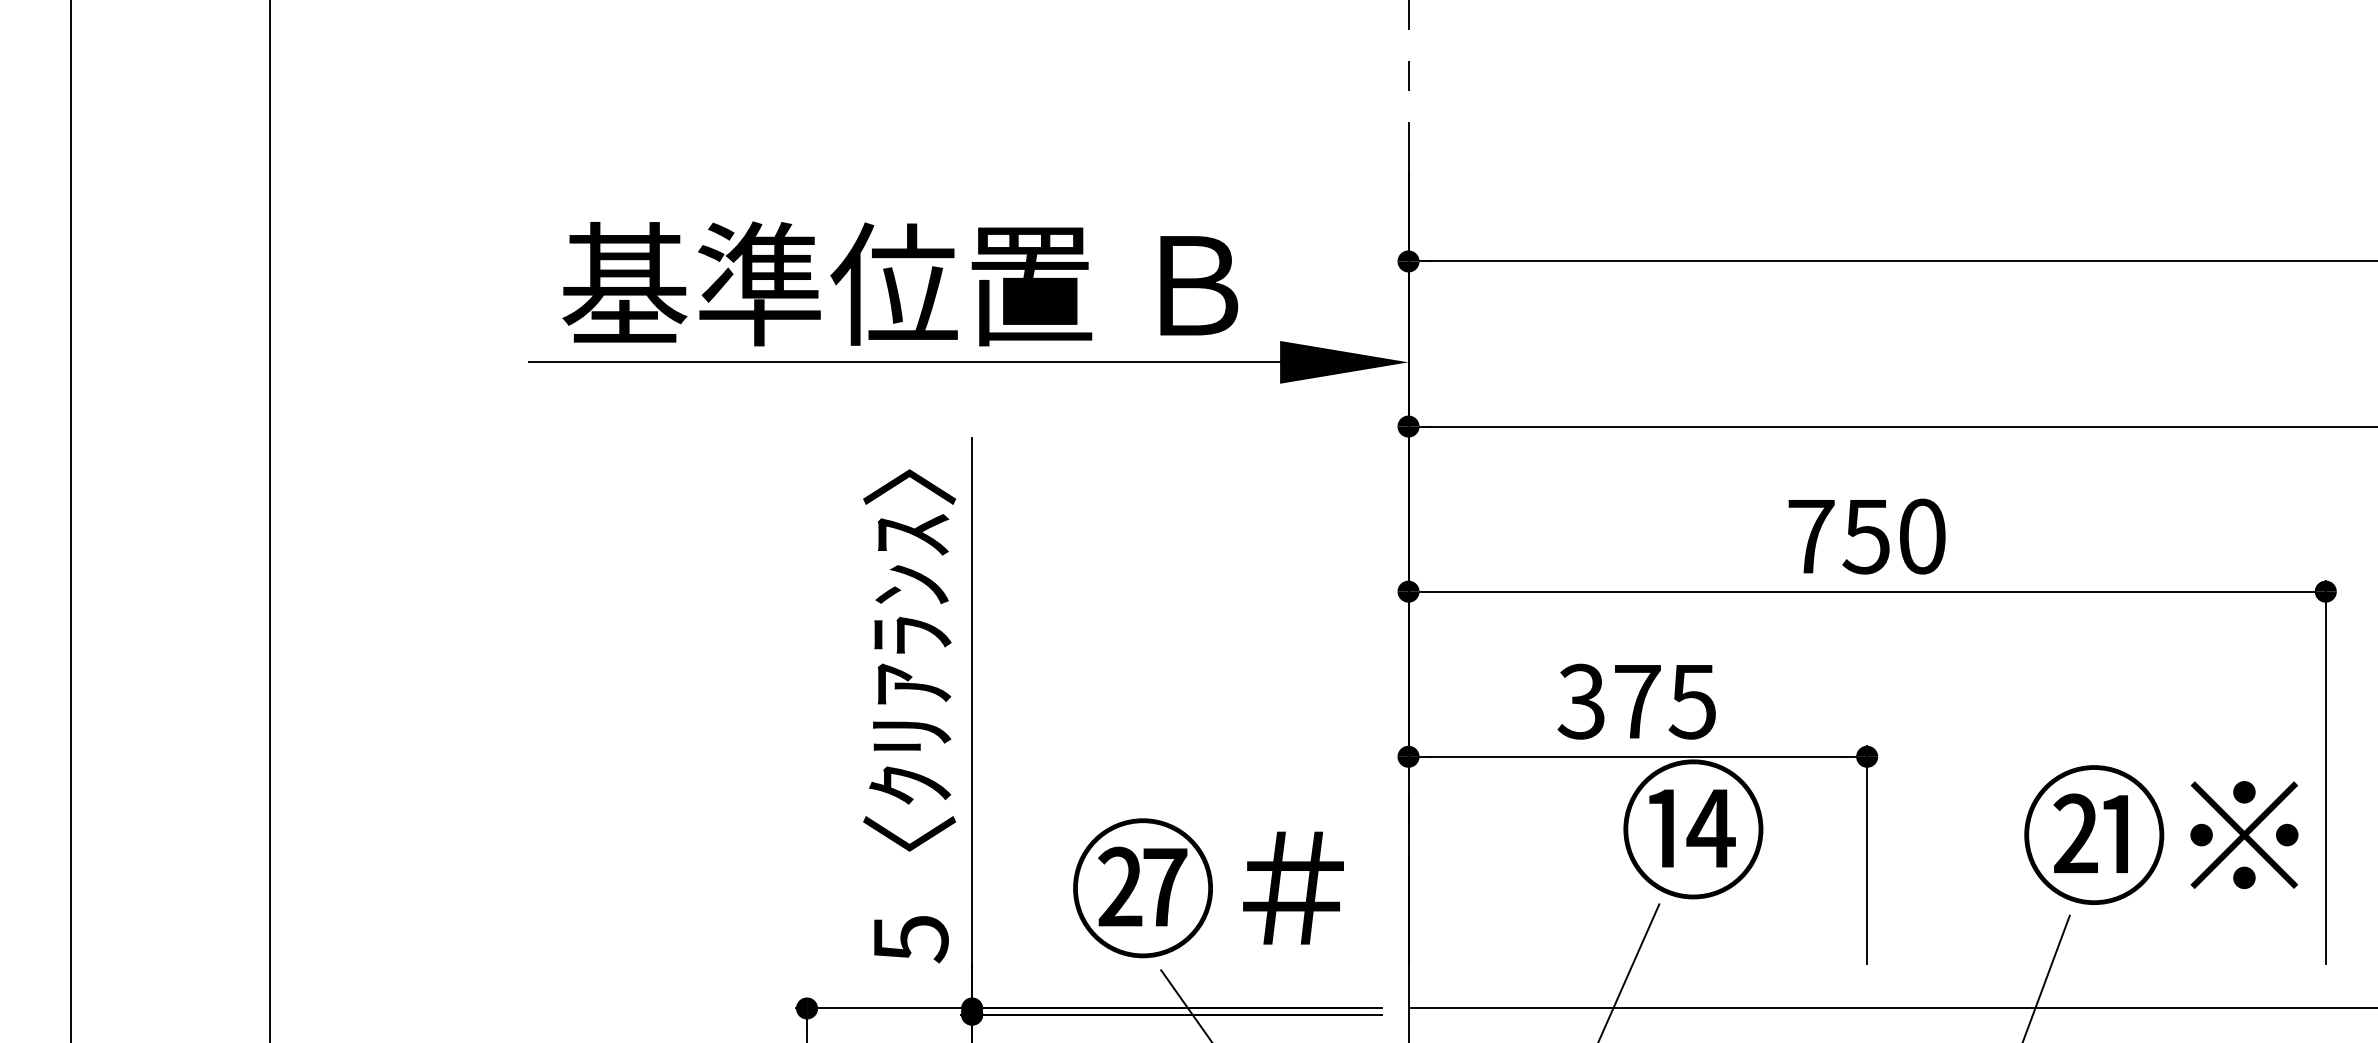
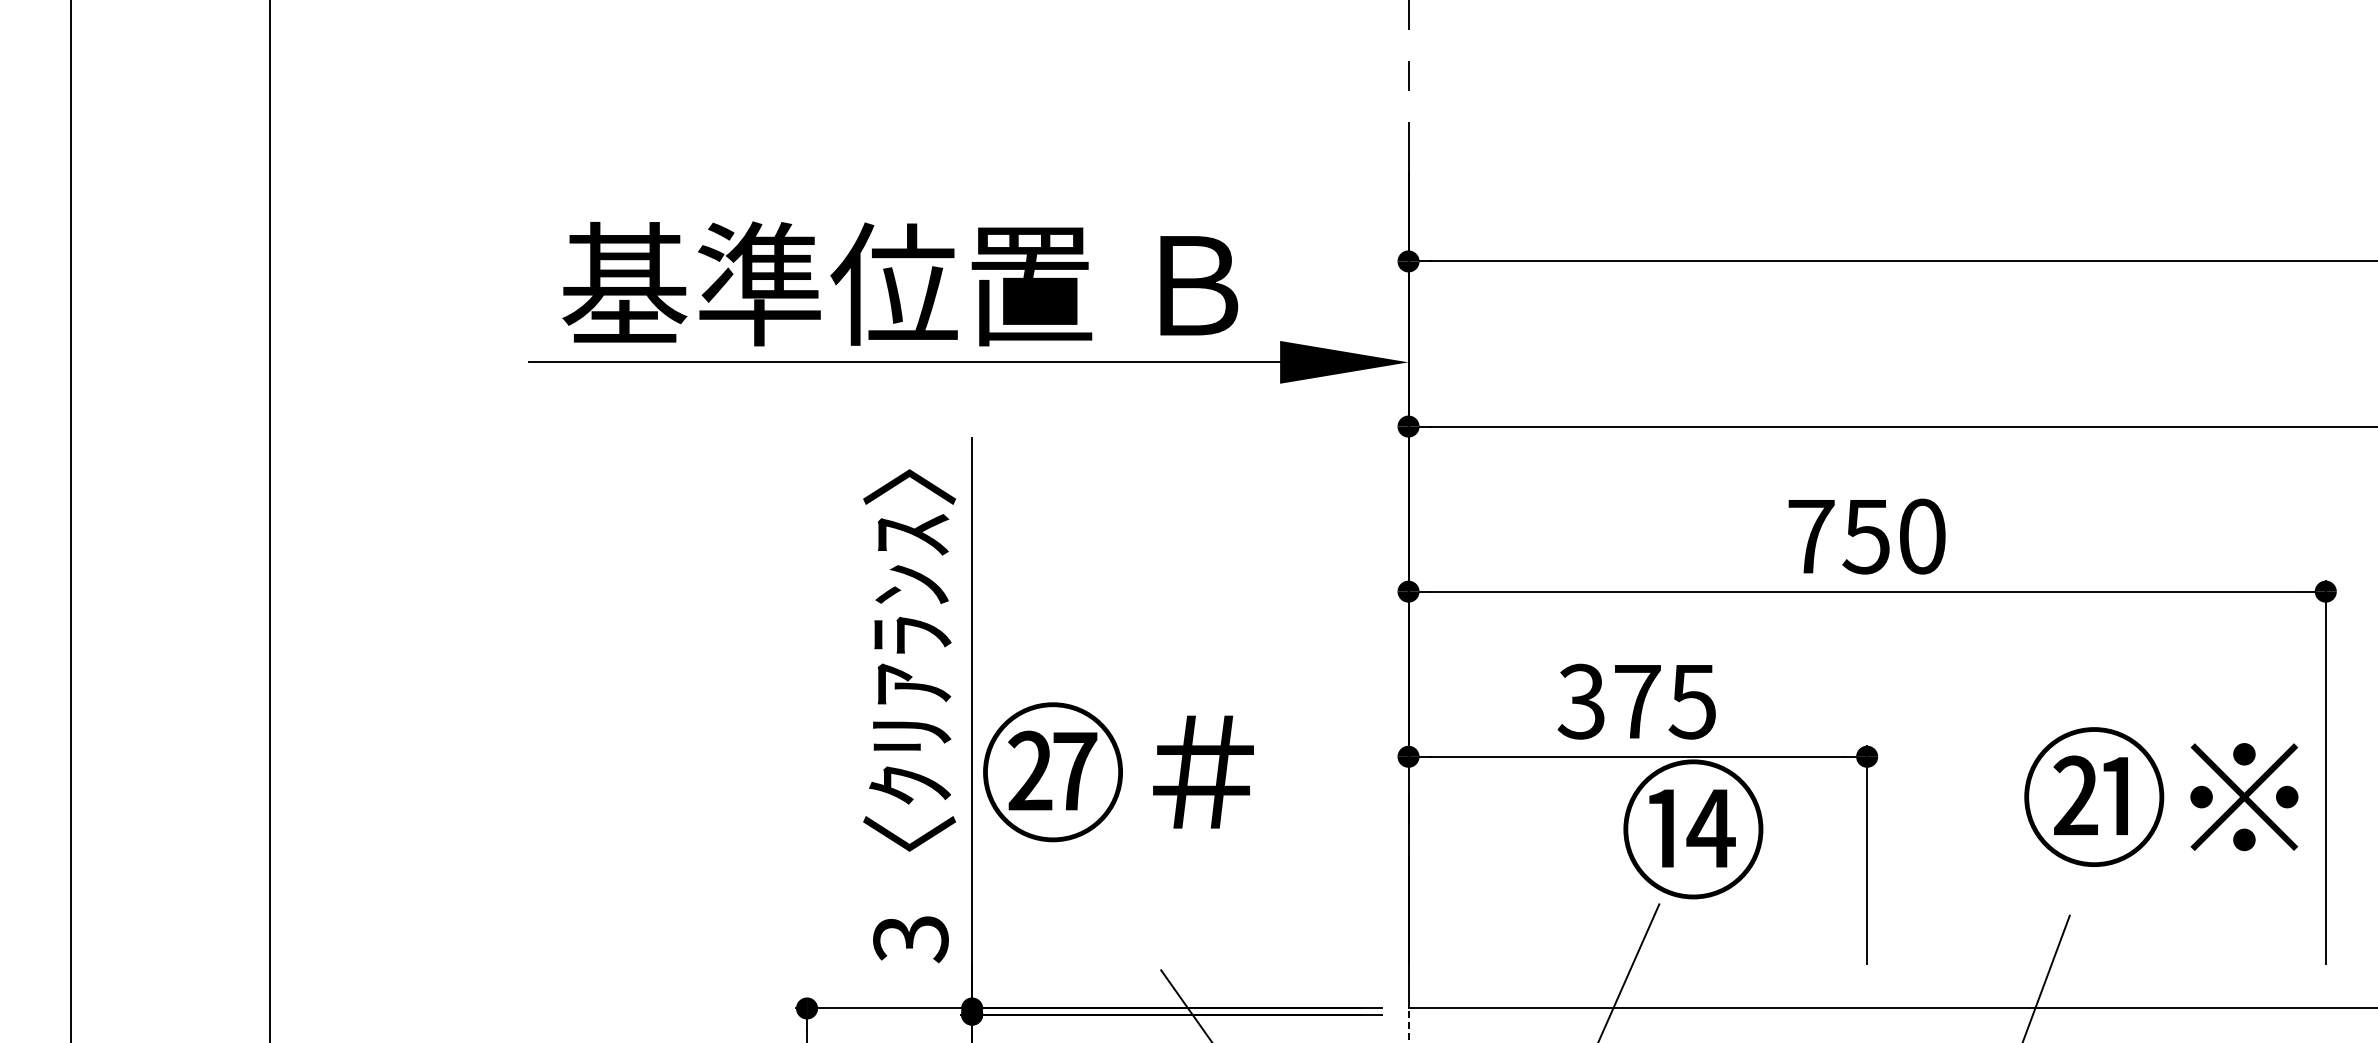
text at (2161, 834) position: (2161, 834) -> (2161, 796)
text at (1208, 888) position: (1208, 888) -> (1118, 772)
text at (910, 939): 5 -> 3
line at (1408, 1025): solid -> dashed
